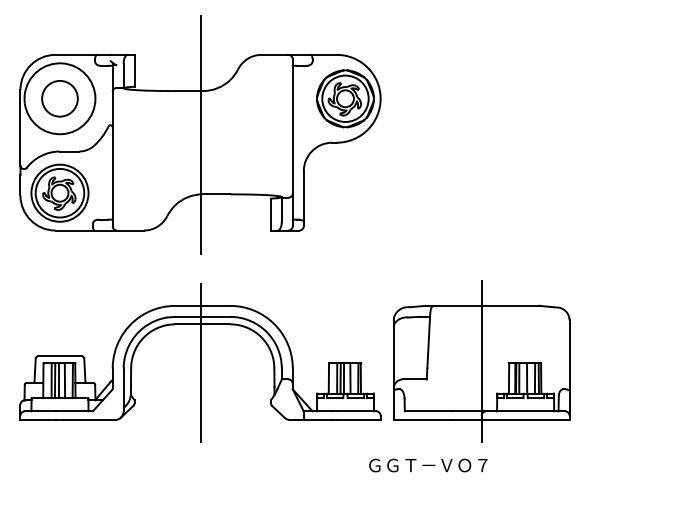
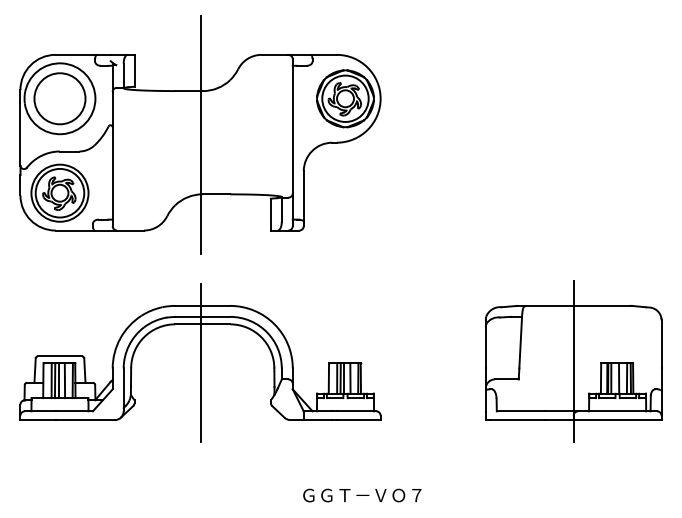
circle at (59, 98) diameter: 36 px -> 51 px
part at (481, 361) position: (481, 361) -> (573, 361)
text at (428, 465) position: (428, 465) -> (362, 495)
